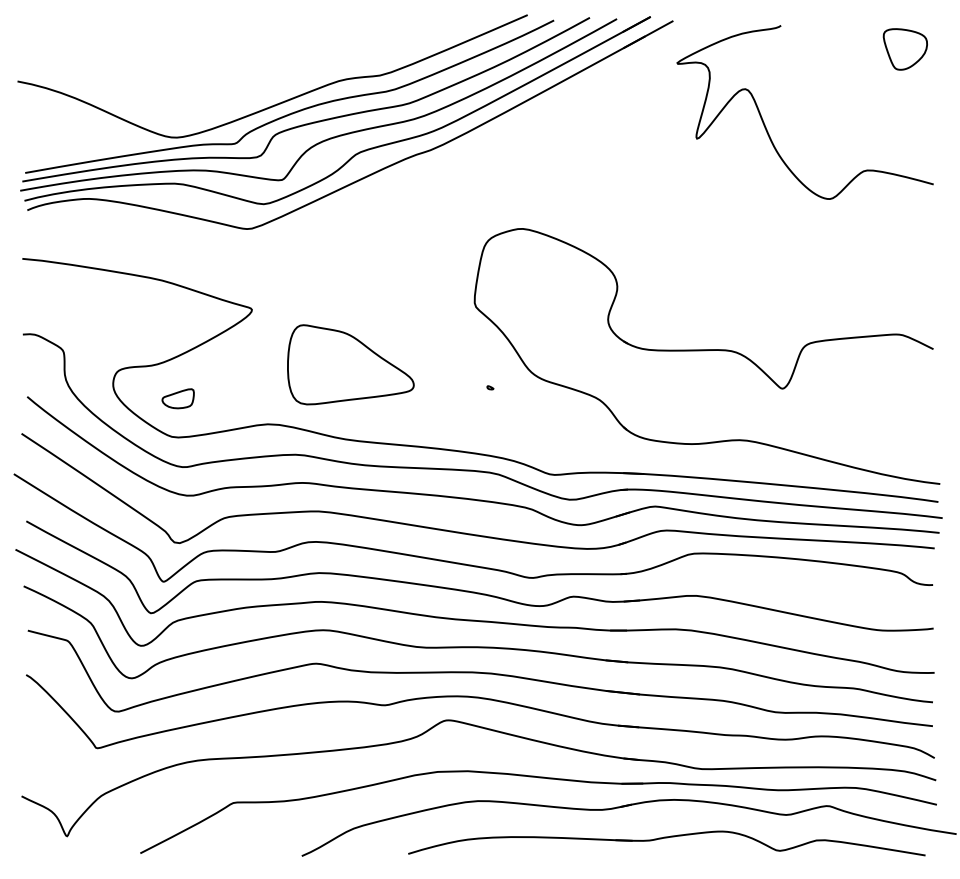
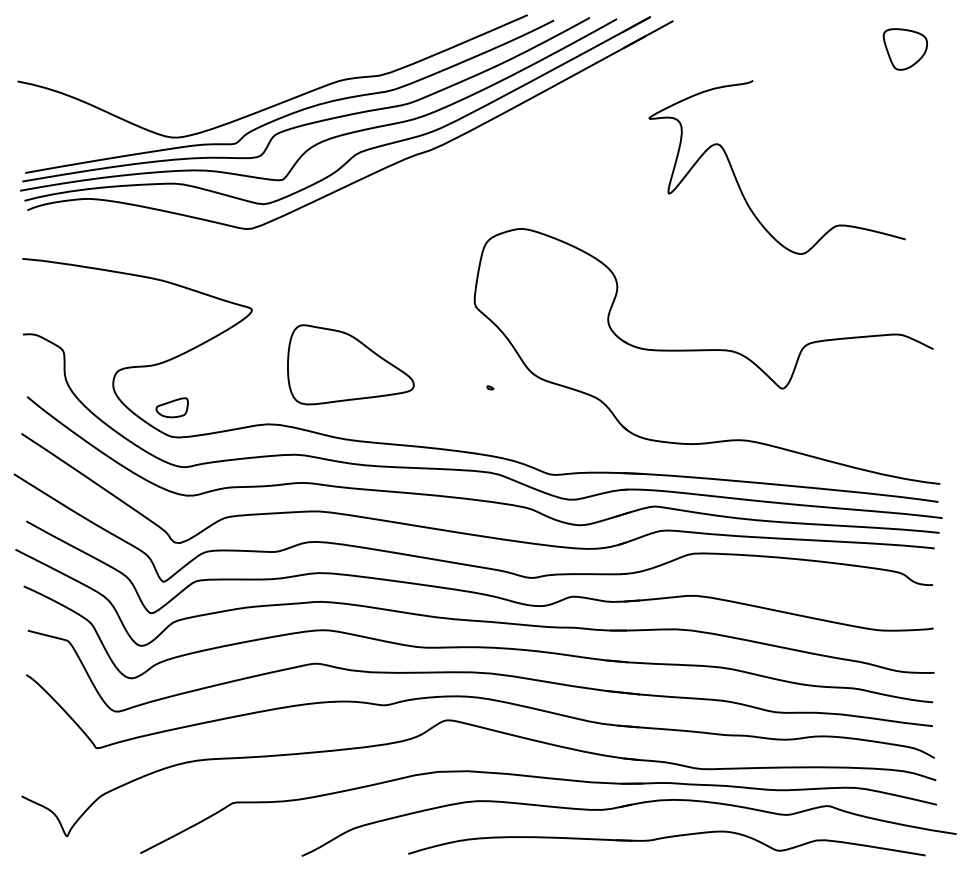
curve at (768, 131) position: (768, 131) -> (740, 186)
part at (177, 398) position: (177, 398) -> (171, 407)
